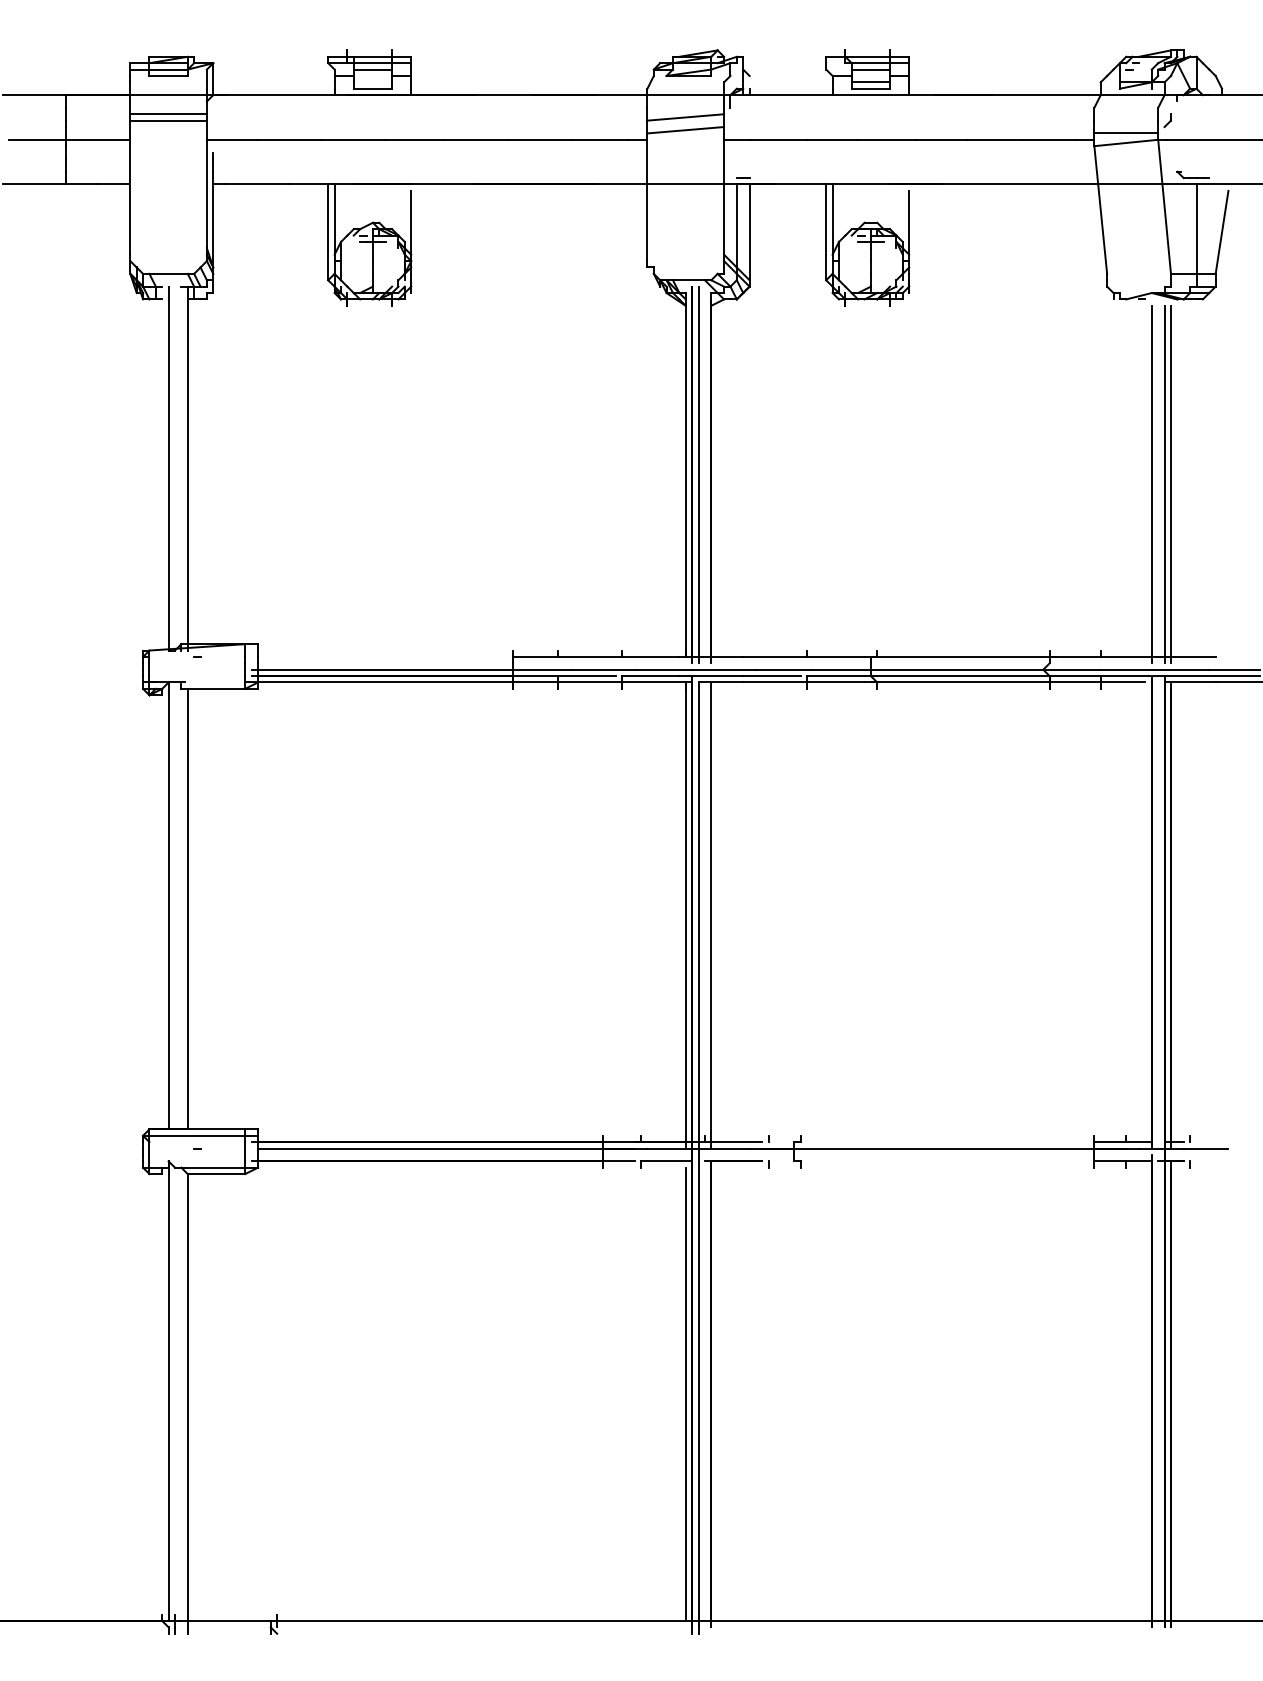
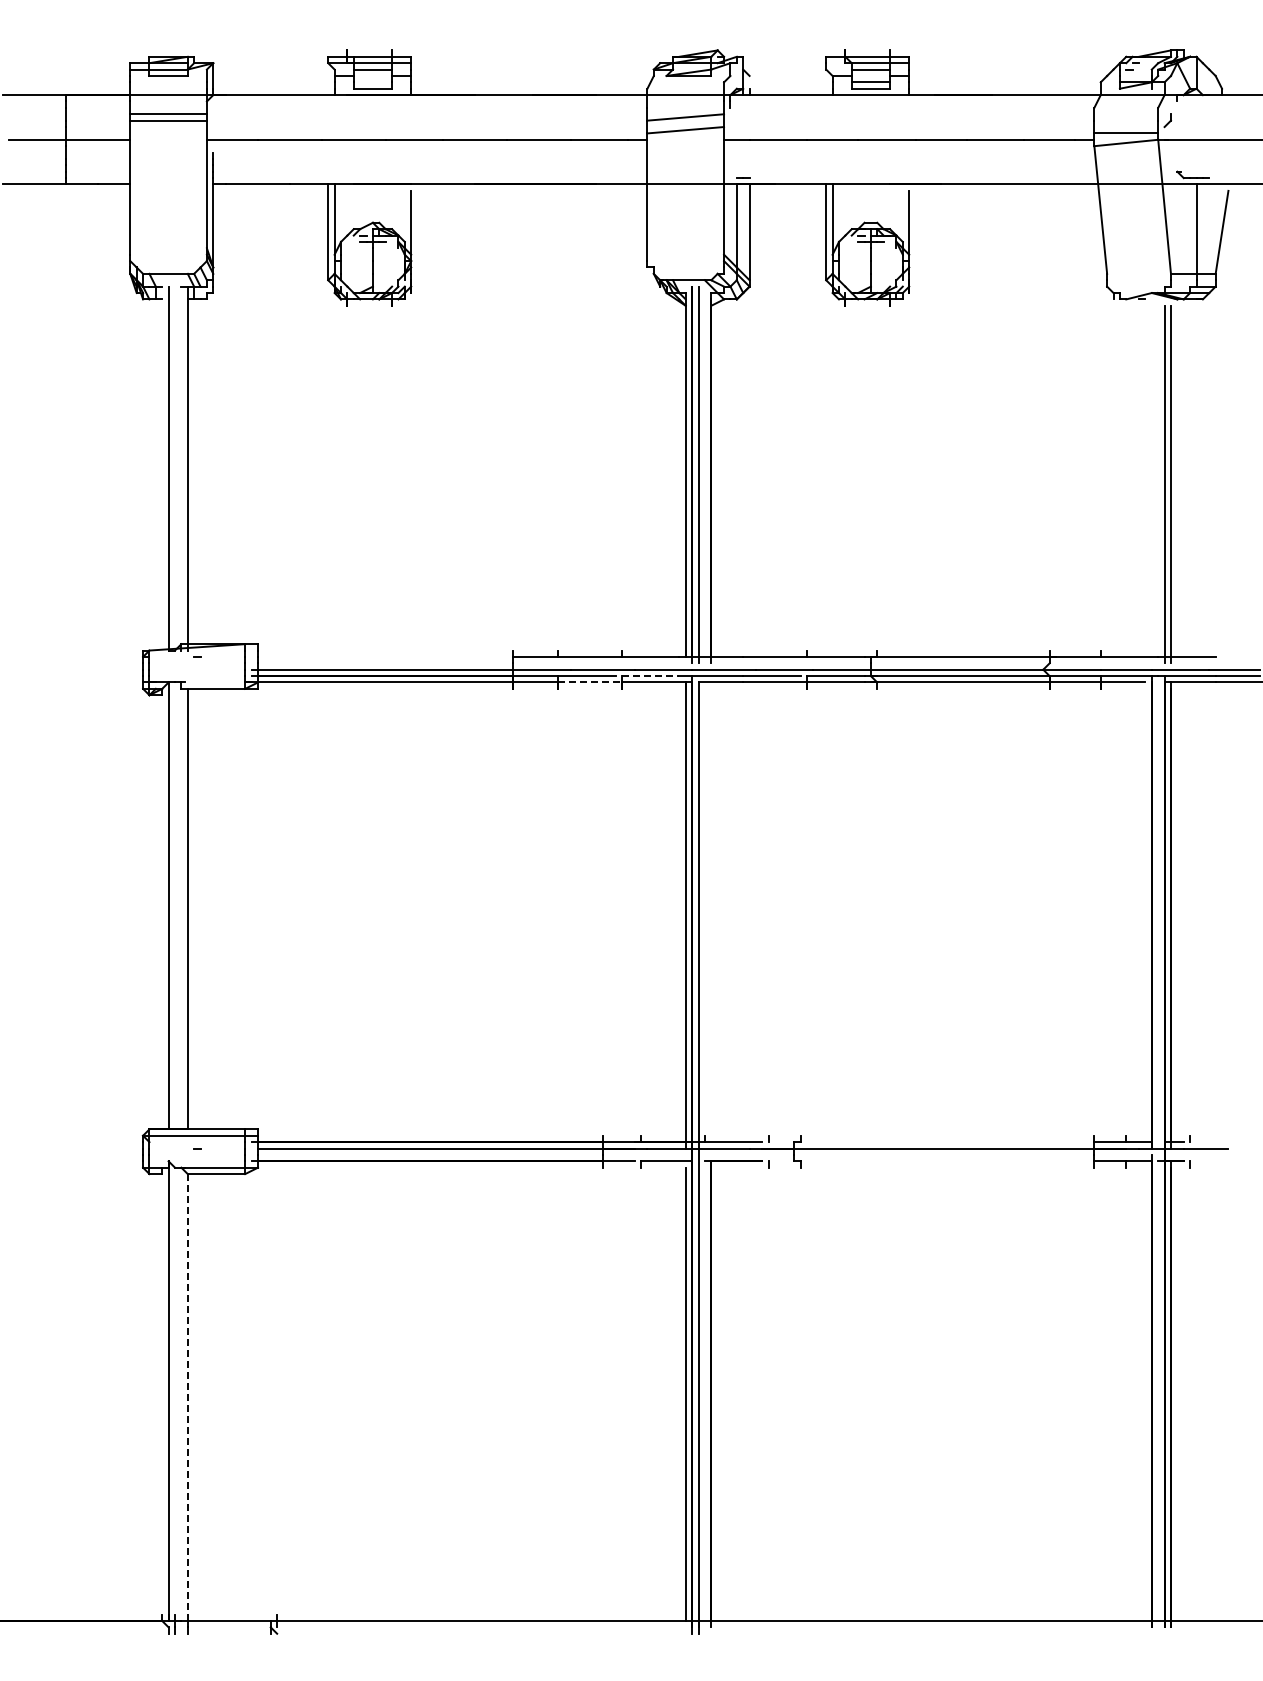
line at (1151, 484): present -> none
line at (650, 676): solid -> dashed
line at (590, 682): solid -> dashed
line at (711, 915): present -> none
line at (187, 1397): solid -> dashed
